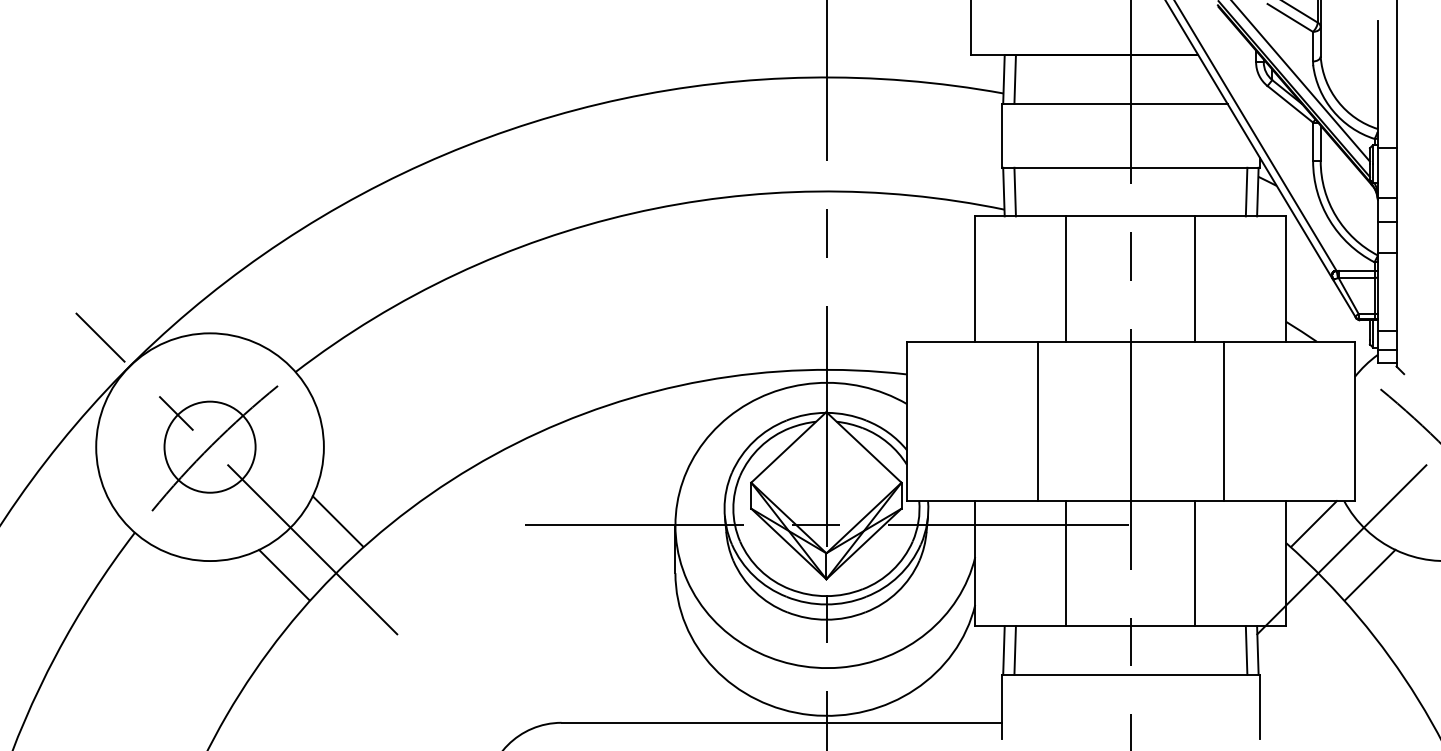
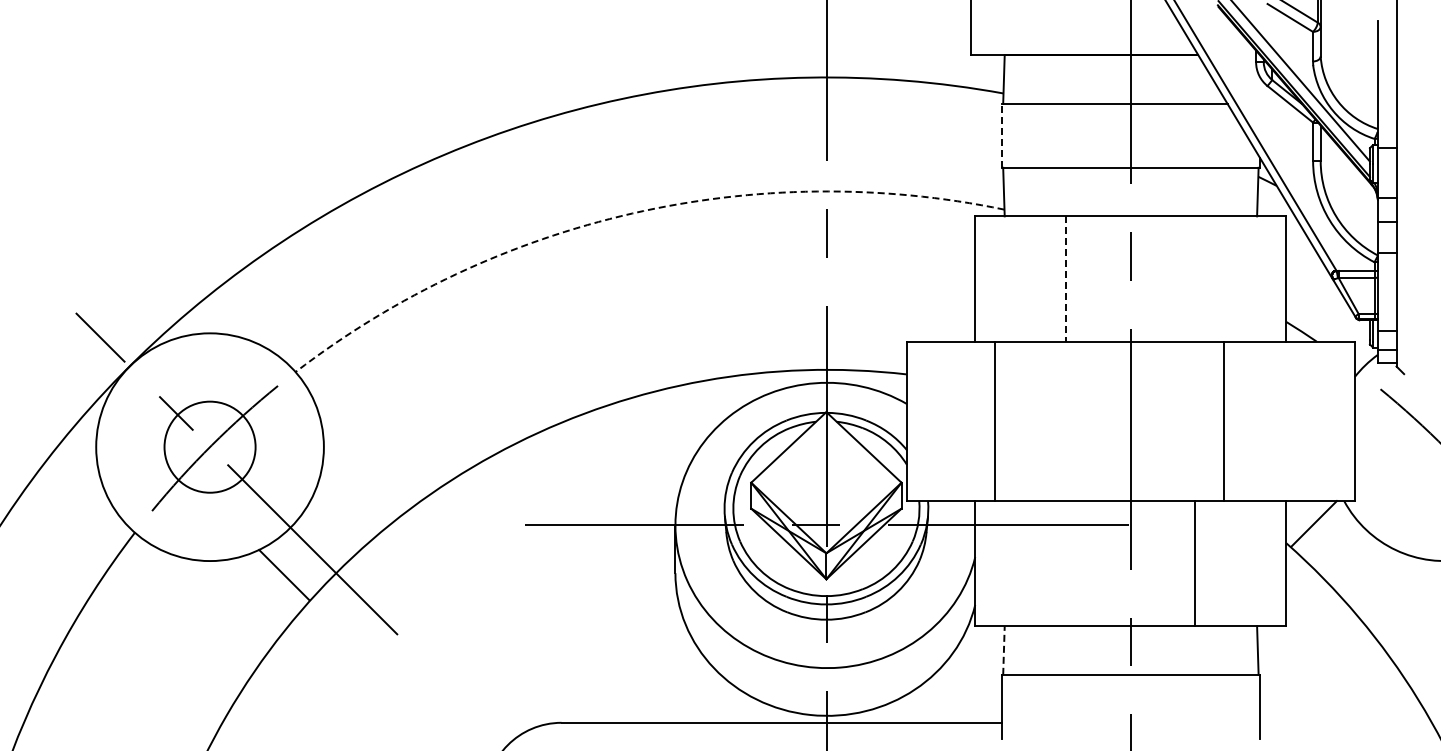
line at (1014, 79): present -> none
line at (1001, 135): solid -> dashed
line at (1014, 191): present -> none
line at (1246, 191): present -> none
arc at (632, 213): solid -> dashed
line at (1066, 278): solid -> dashed
line at (1195, 278): present -> none
line at (1038, 421) position: (1038, 421) -> (995, 421)
line at (337, 521): present -> none
line at (1346, 543): present -> none
line at (1066, 563): present -> none
line at (1370, 574): present -> none
line at (1003, 650): solid -> dashed
line at (1014, 650): present -> none
line at (1246, 650): present -> none
